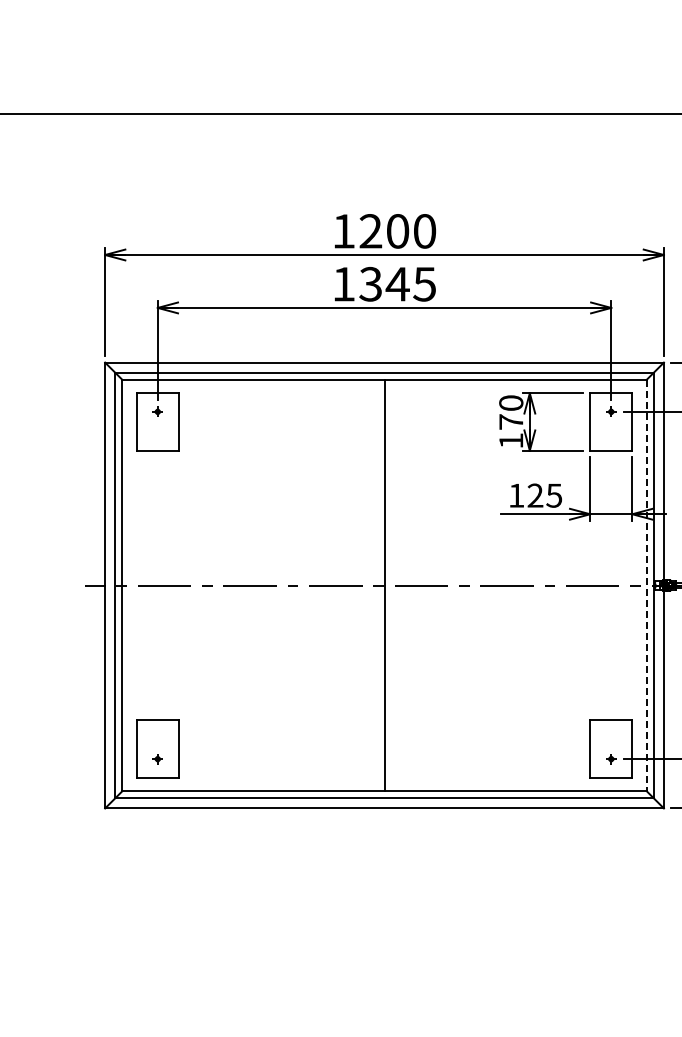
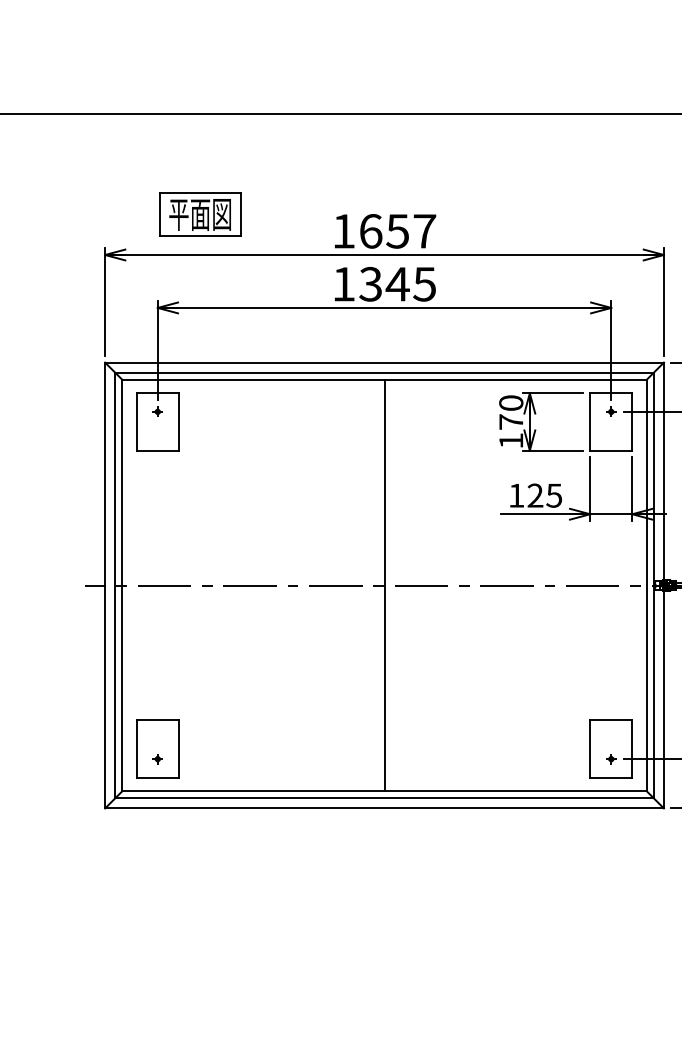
part at (200, 214): none -> present
text at (397, 231): 1200 -> 1657
line at (646, 585): dashed -> solid
